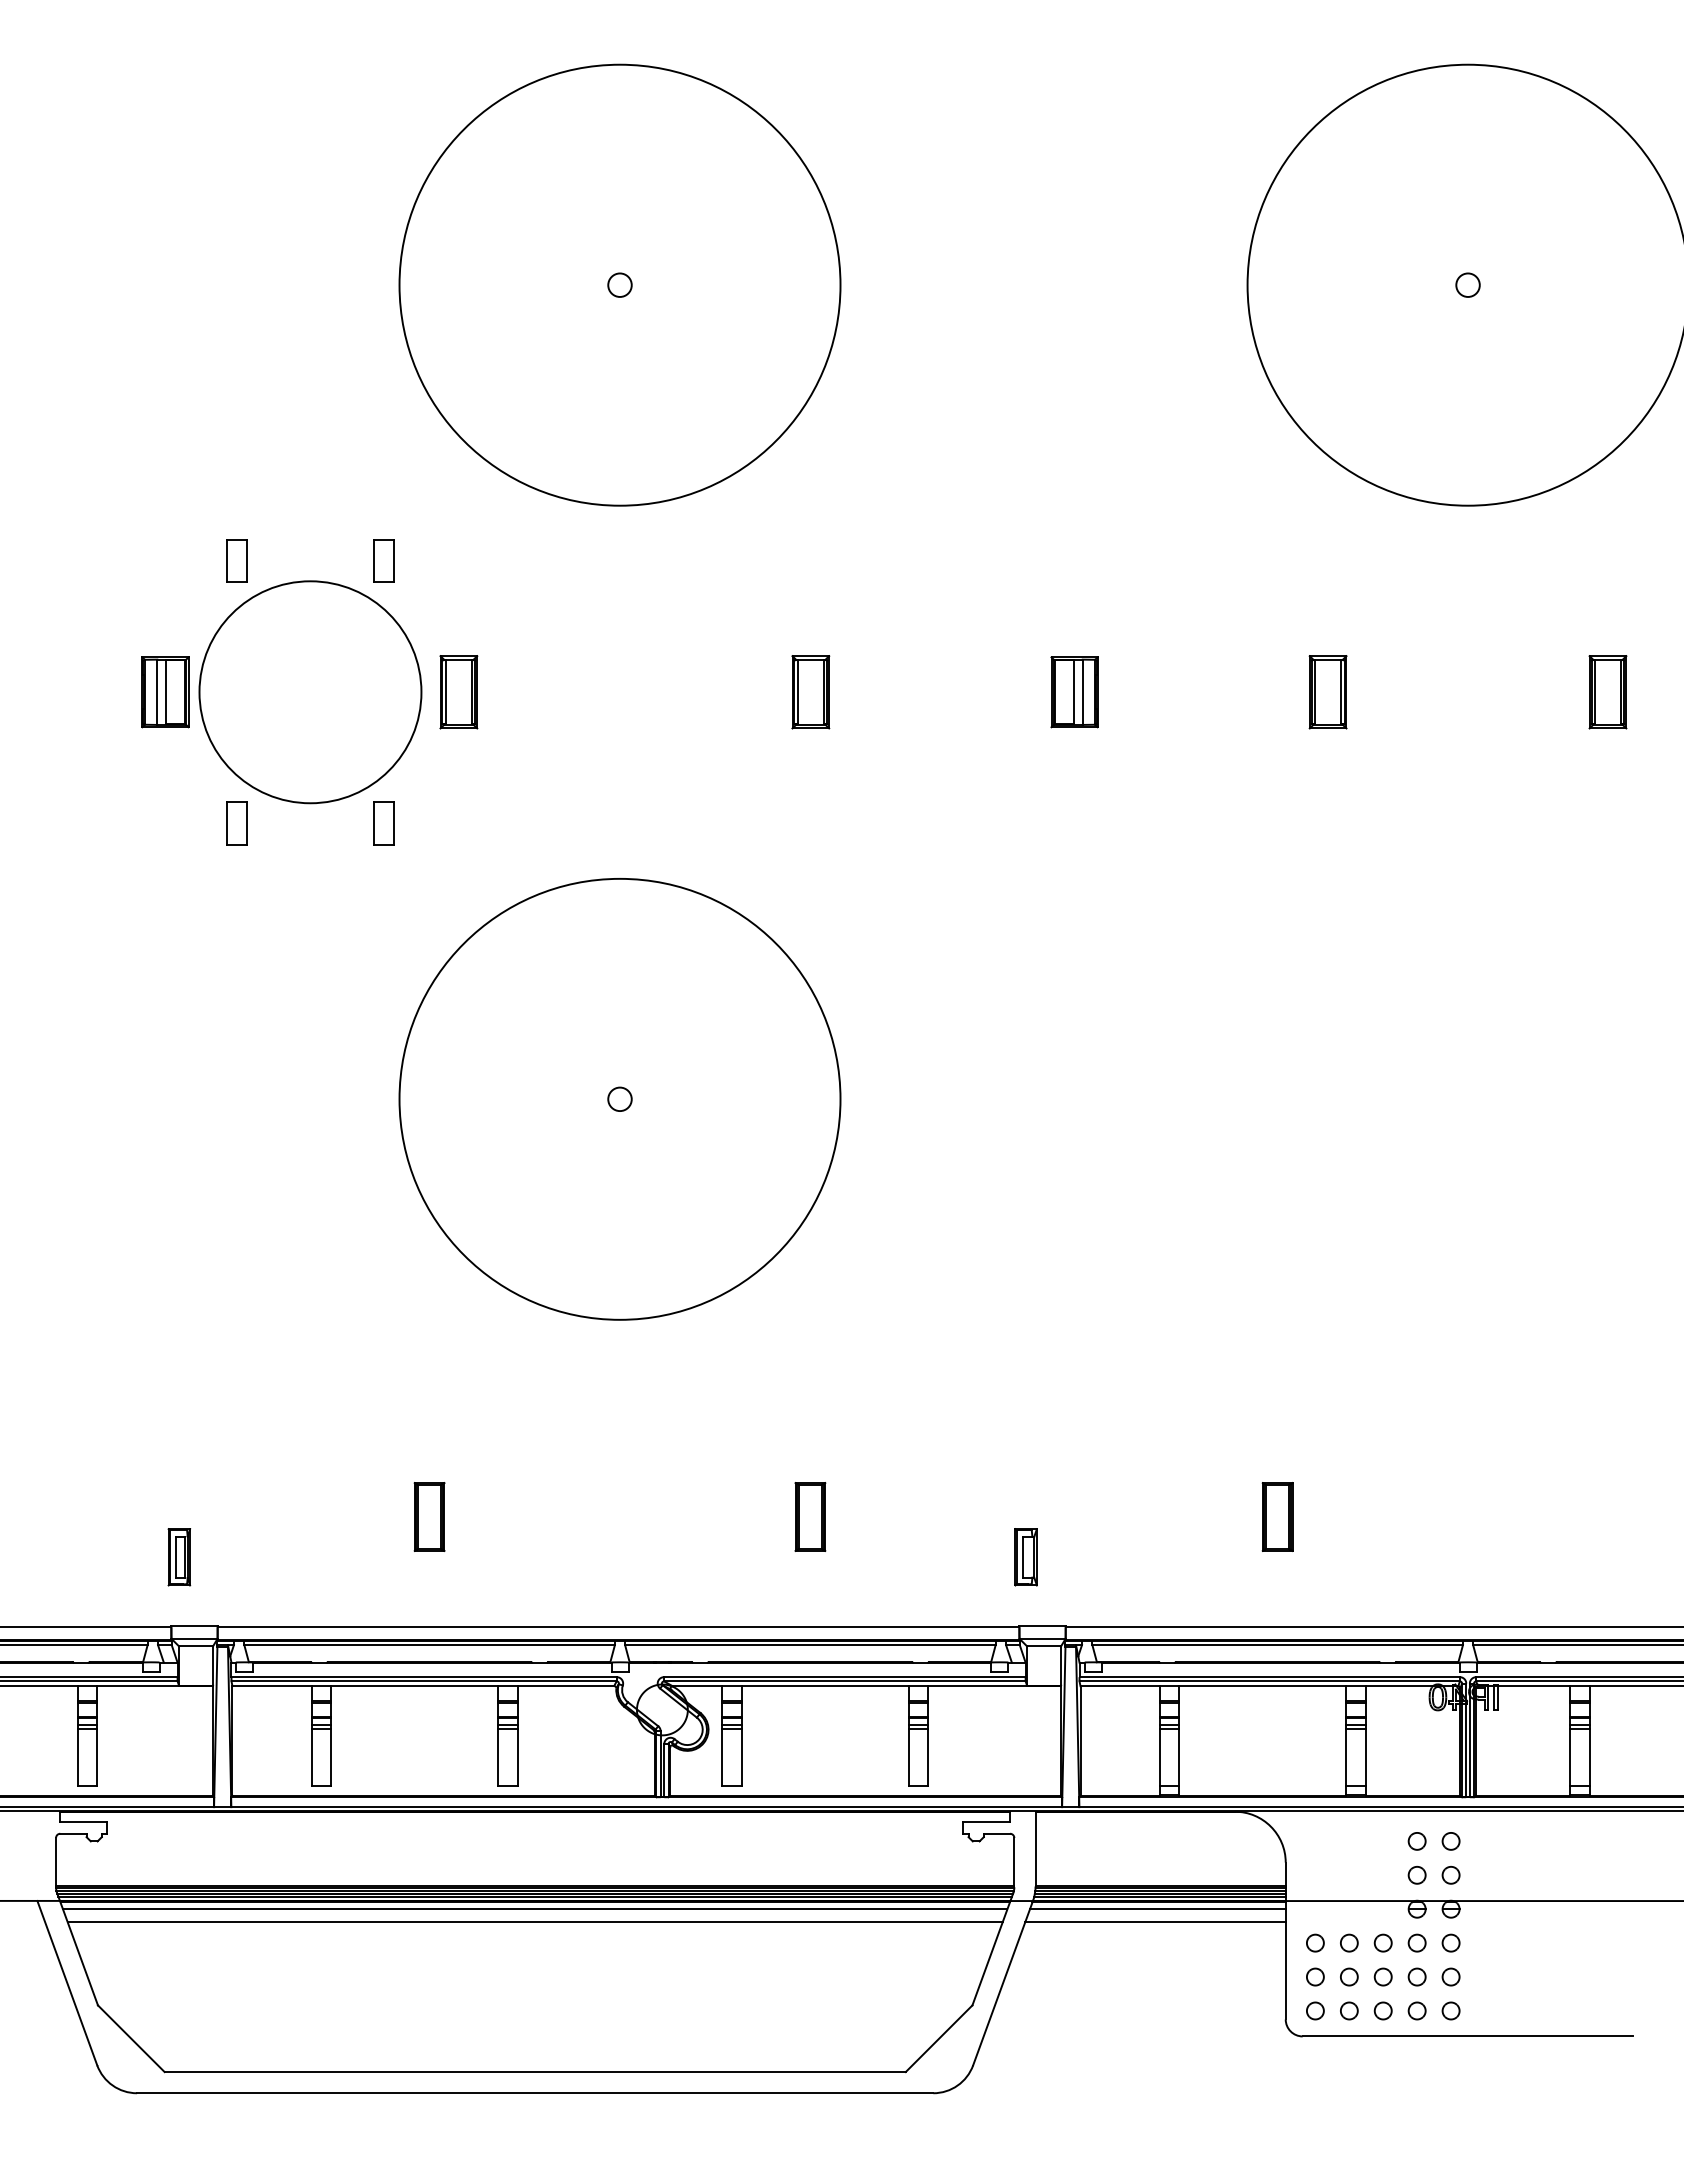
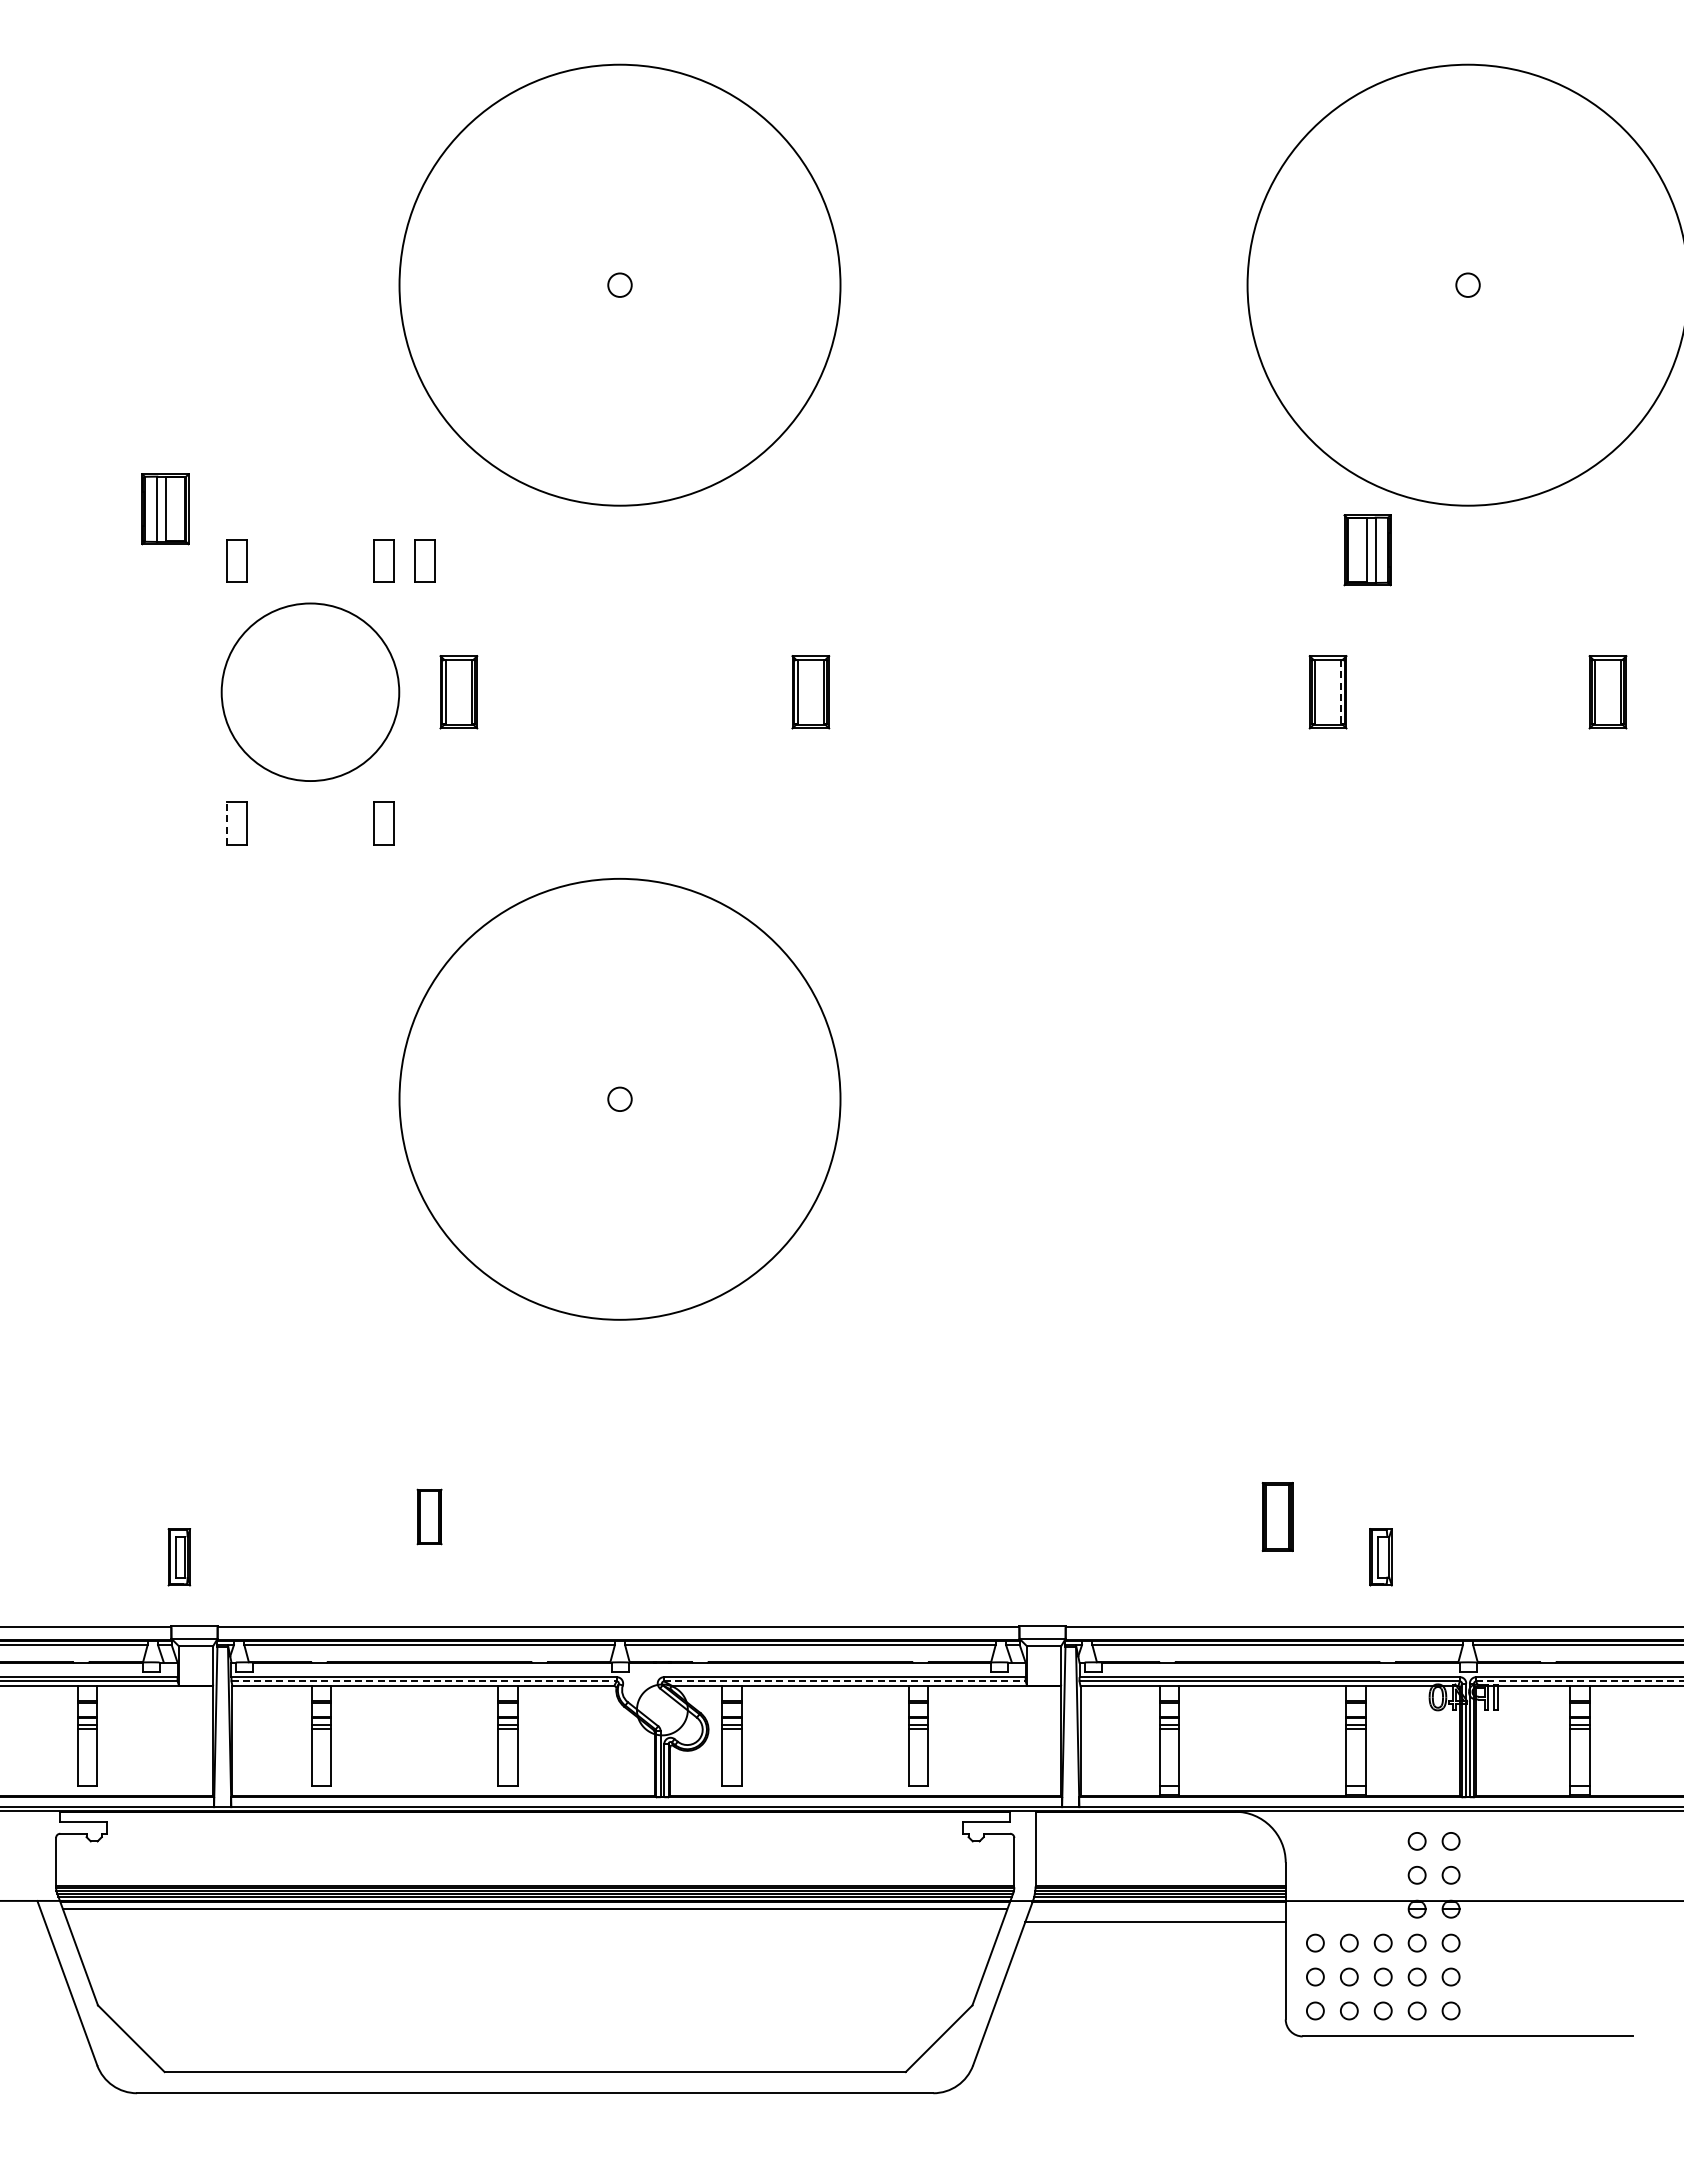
part at (424, 560): none -> present
part at (165, 692) position: (165, 692) -> (165, 509)
circle at (310, 692) diameter: 222 px -> 178 px
part at (1074, 692) position: (1074, 692) -> (1367, 550)
line at (1340, 692): solid -> dashed
line at (227, 823): solid -> dashed
part at (429, 1516) size: 33x70 px -> 27x58 px
part at (810, 1516): present -> none
part at (1025, 1557) position: (1025, 1557) -> (1380, 1557)
line at (424, 1681): solid -> dashed
line at (844, 1681): solid -> dashed
line at (1580, 1681): solid -> dashed
line at (1157, 1909): present -> none
line at (534, 1921): present -> none
